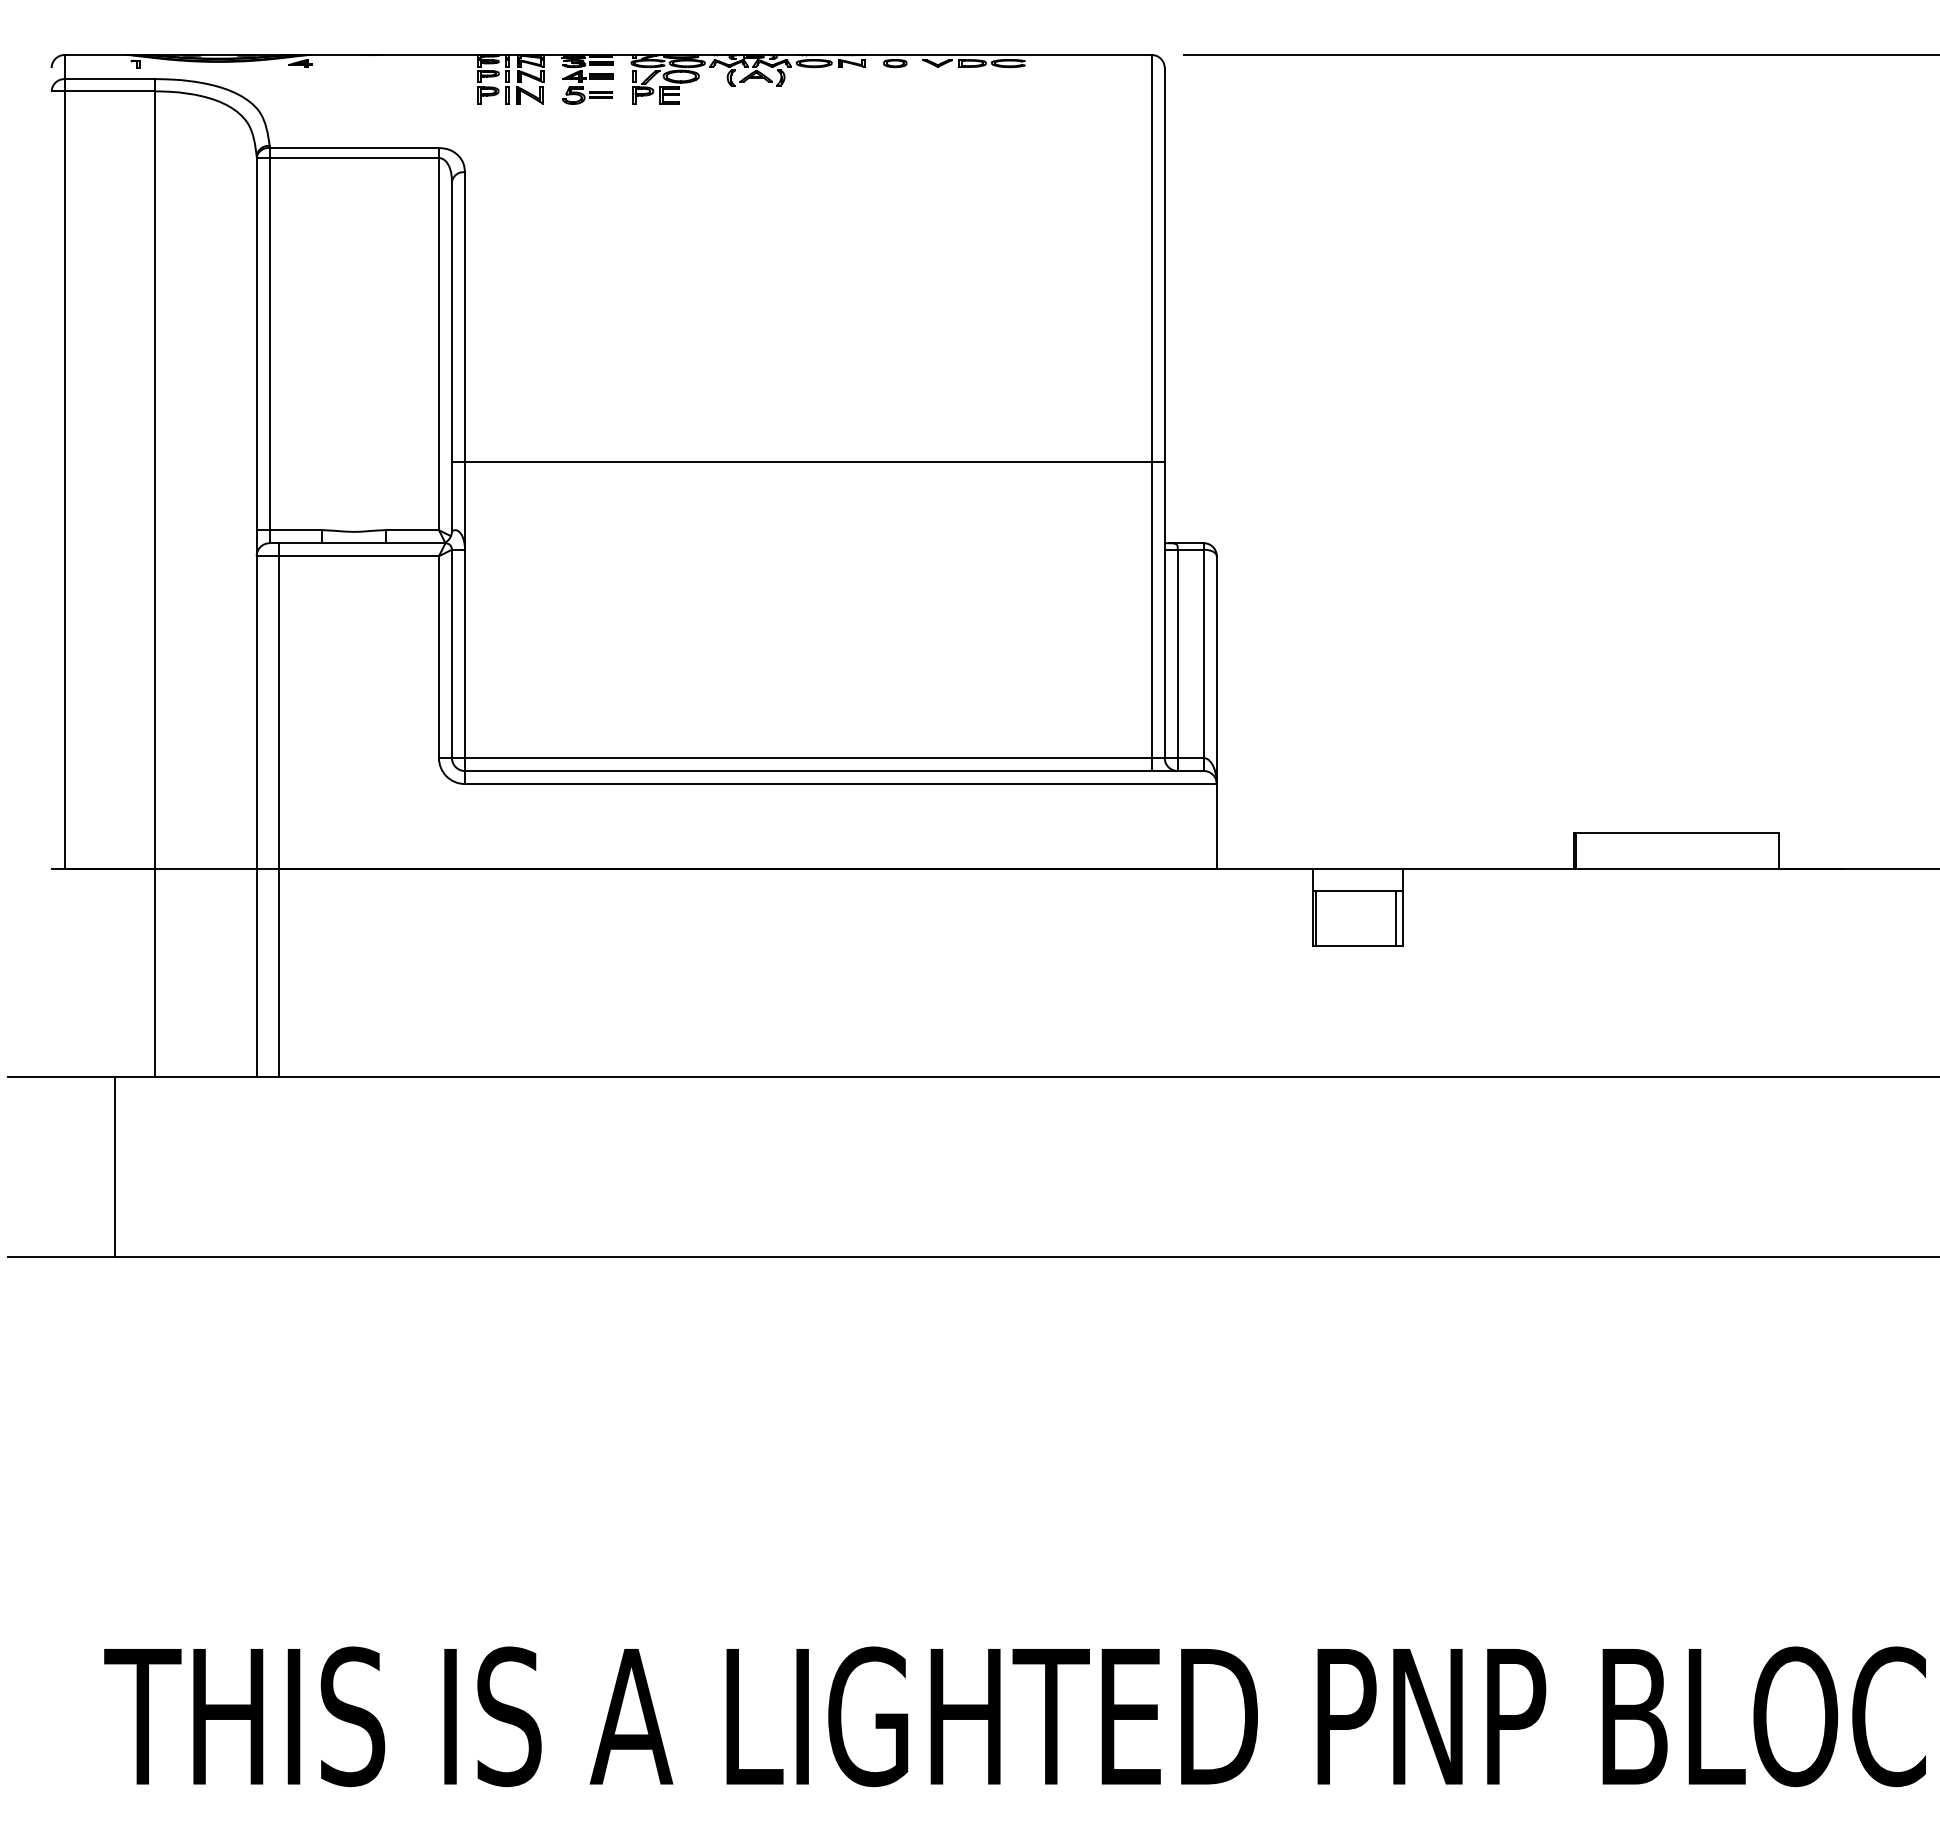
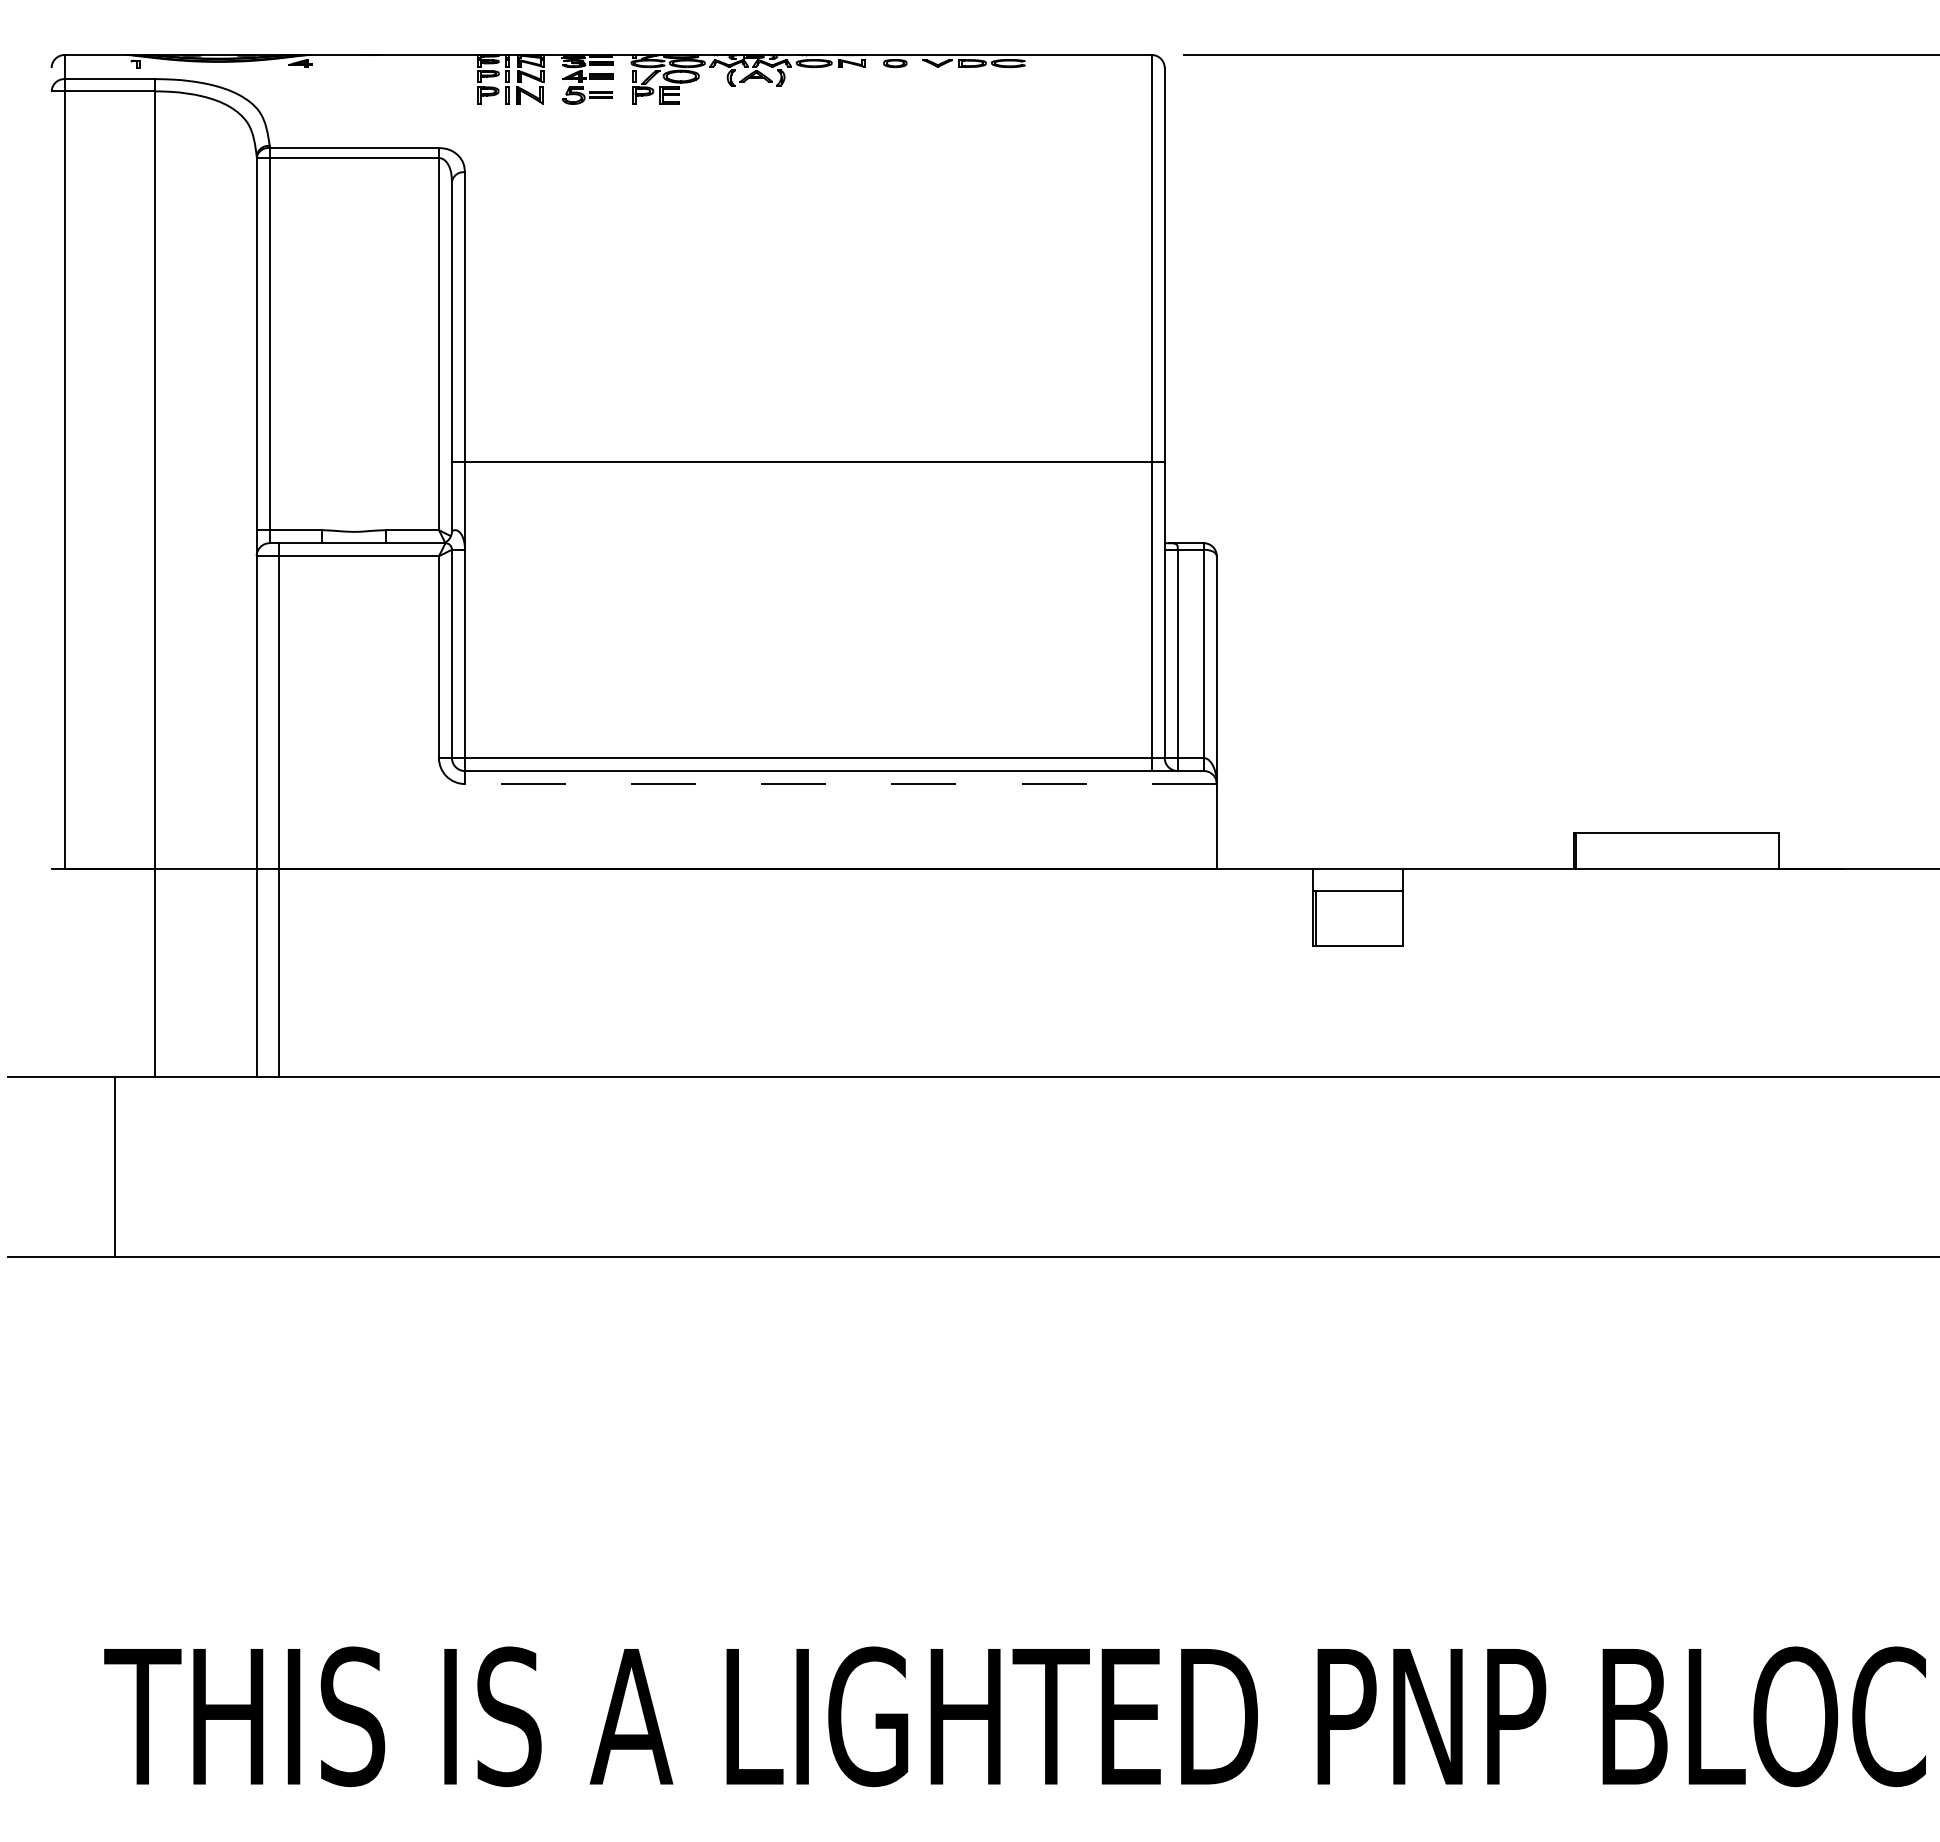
line at (840, 784): solid -> dashed
line at (1396, 918): present -> none
